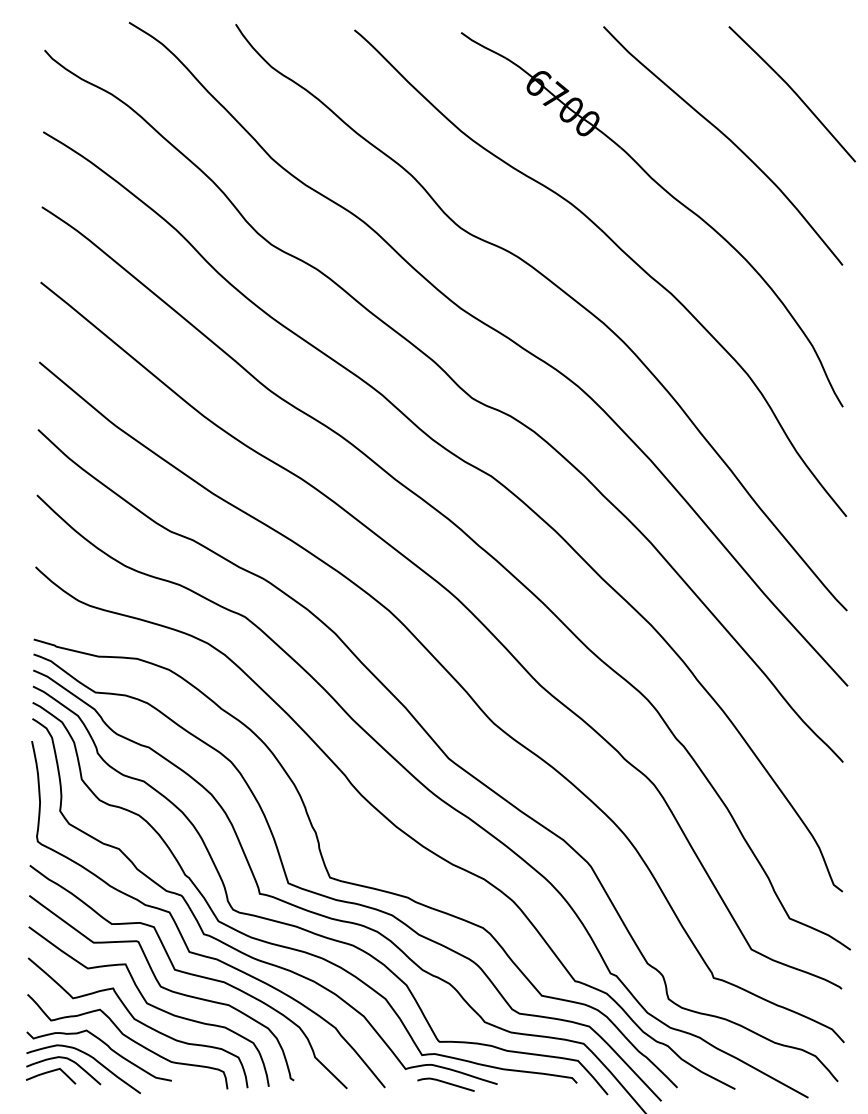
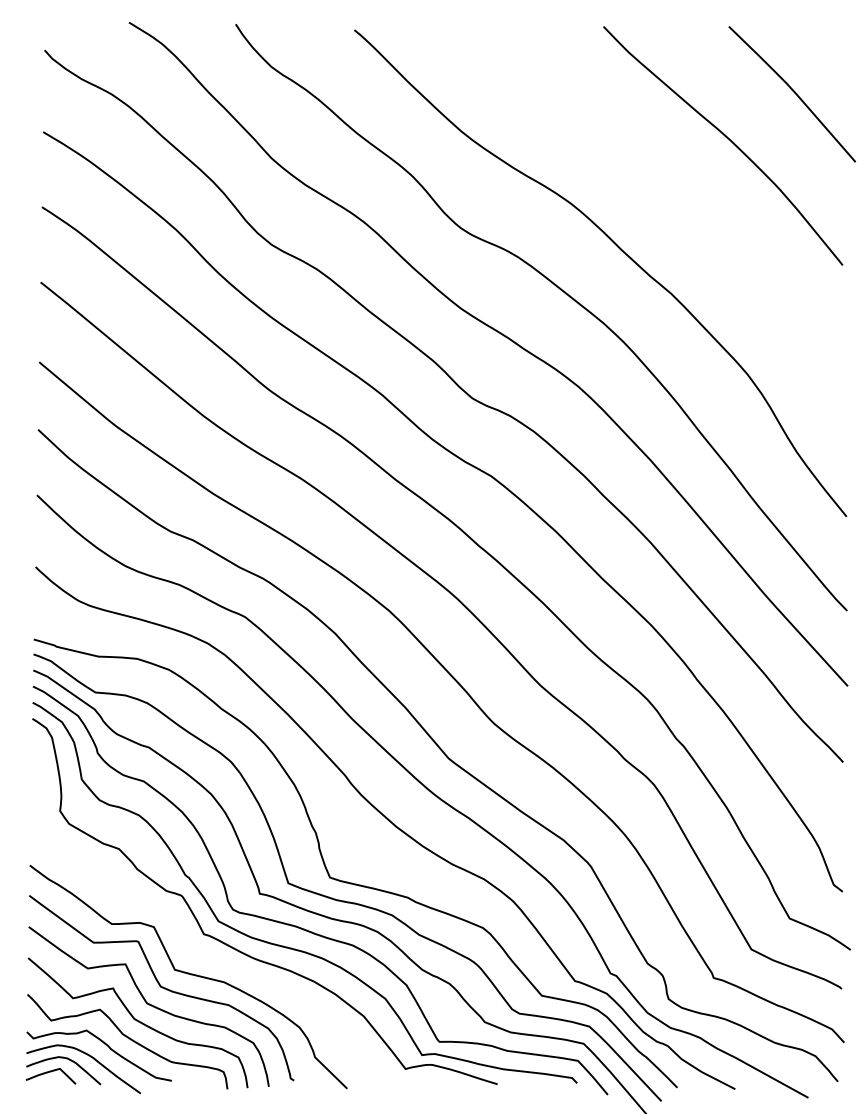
part at (670, 196): present -> none
curve at (178, 926): present -> none
curve at (445, 1083): present -> none
